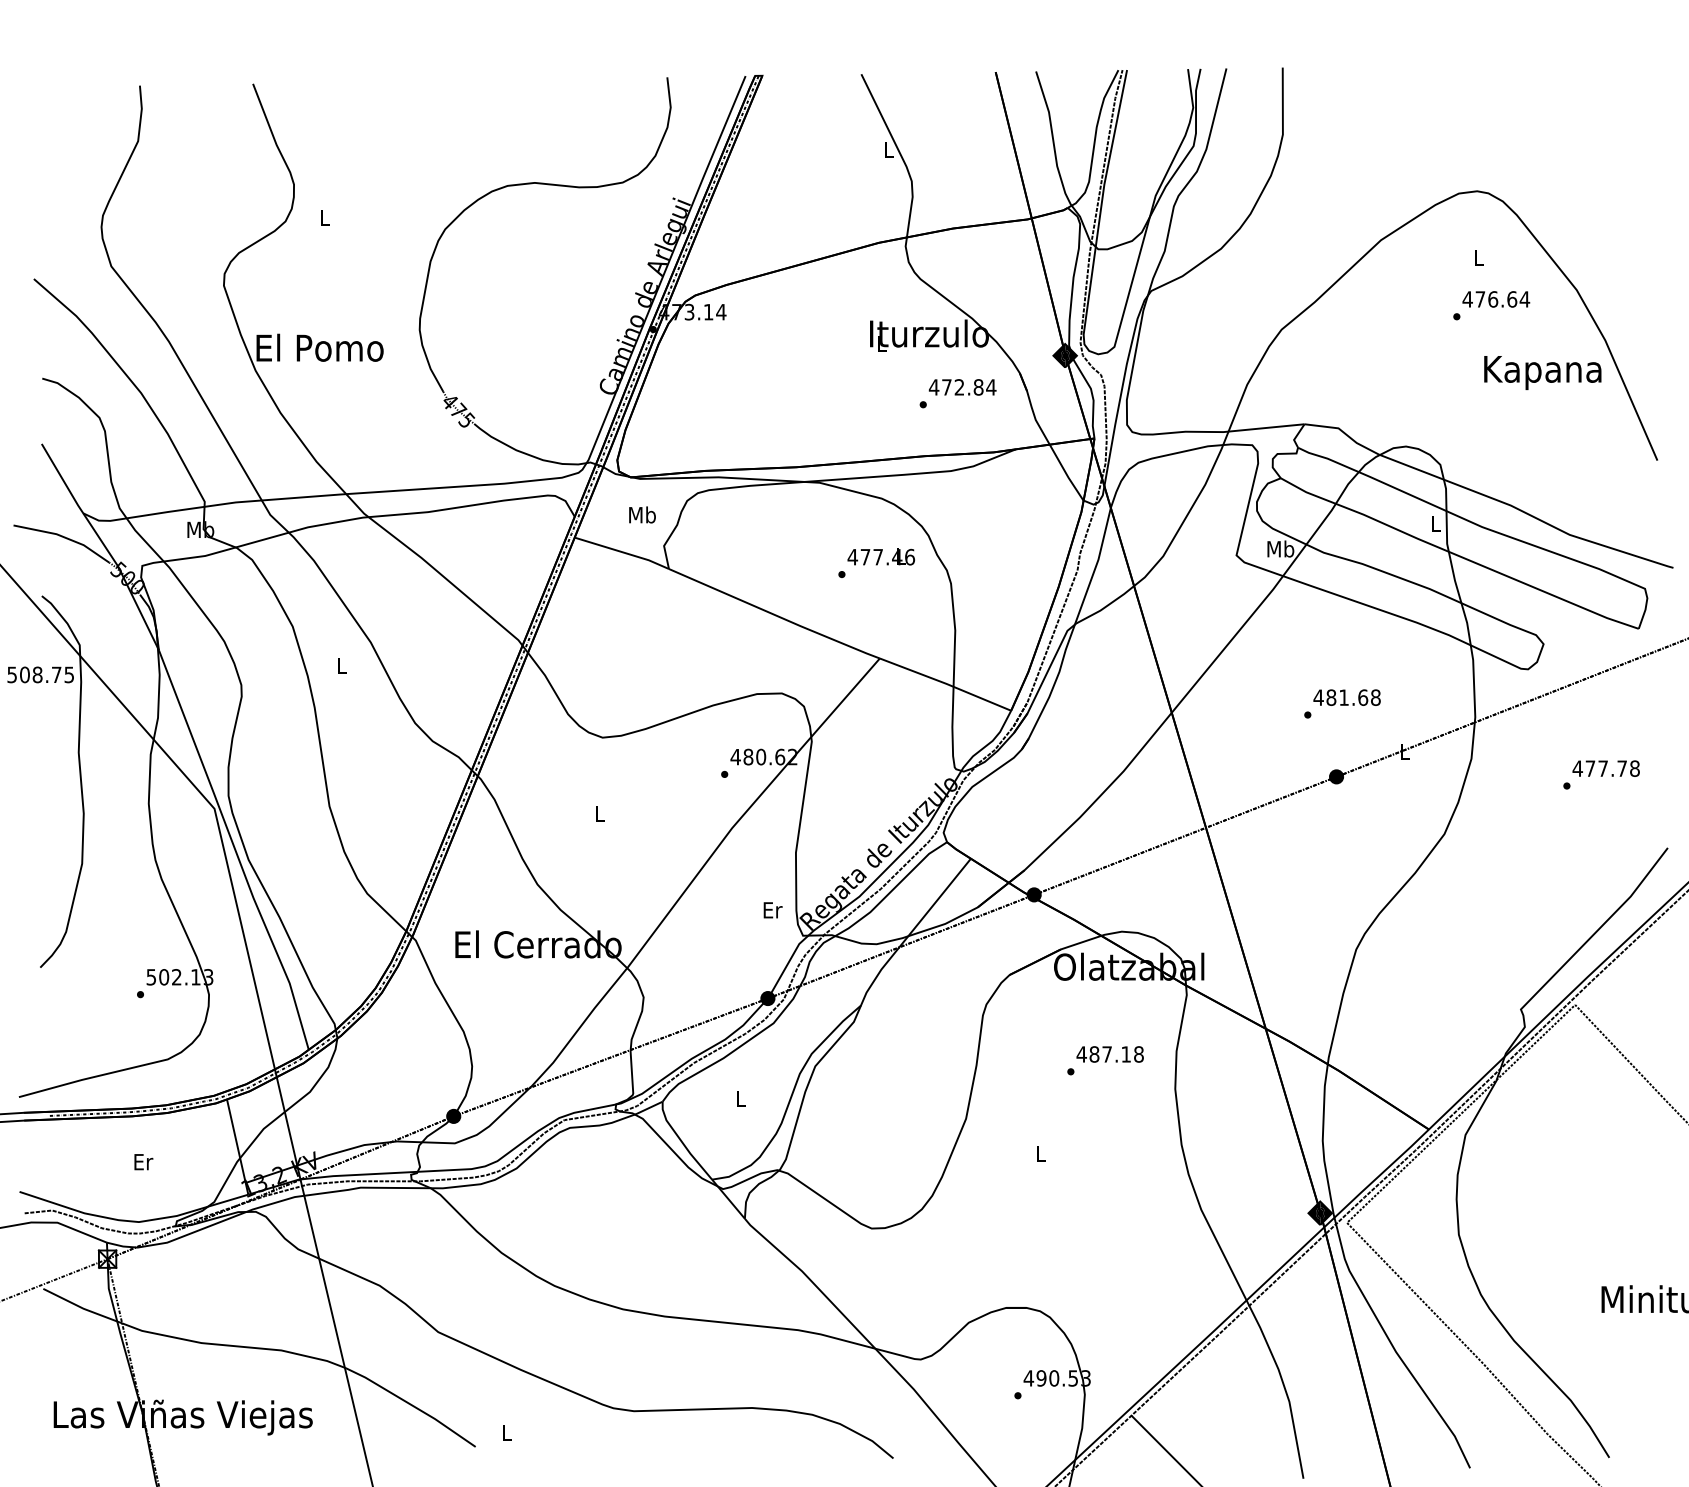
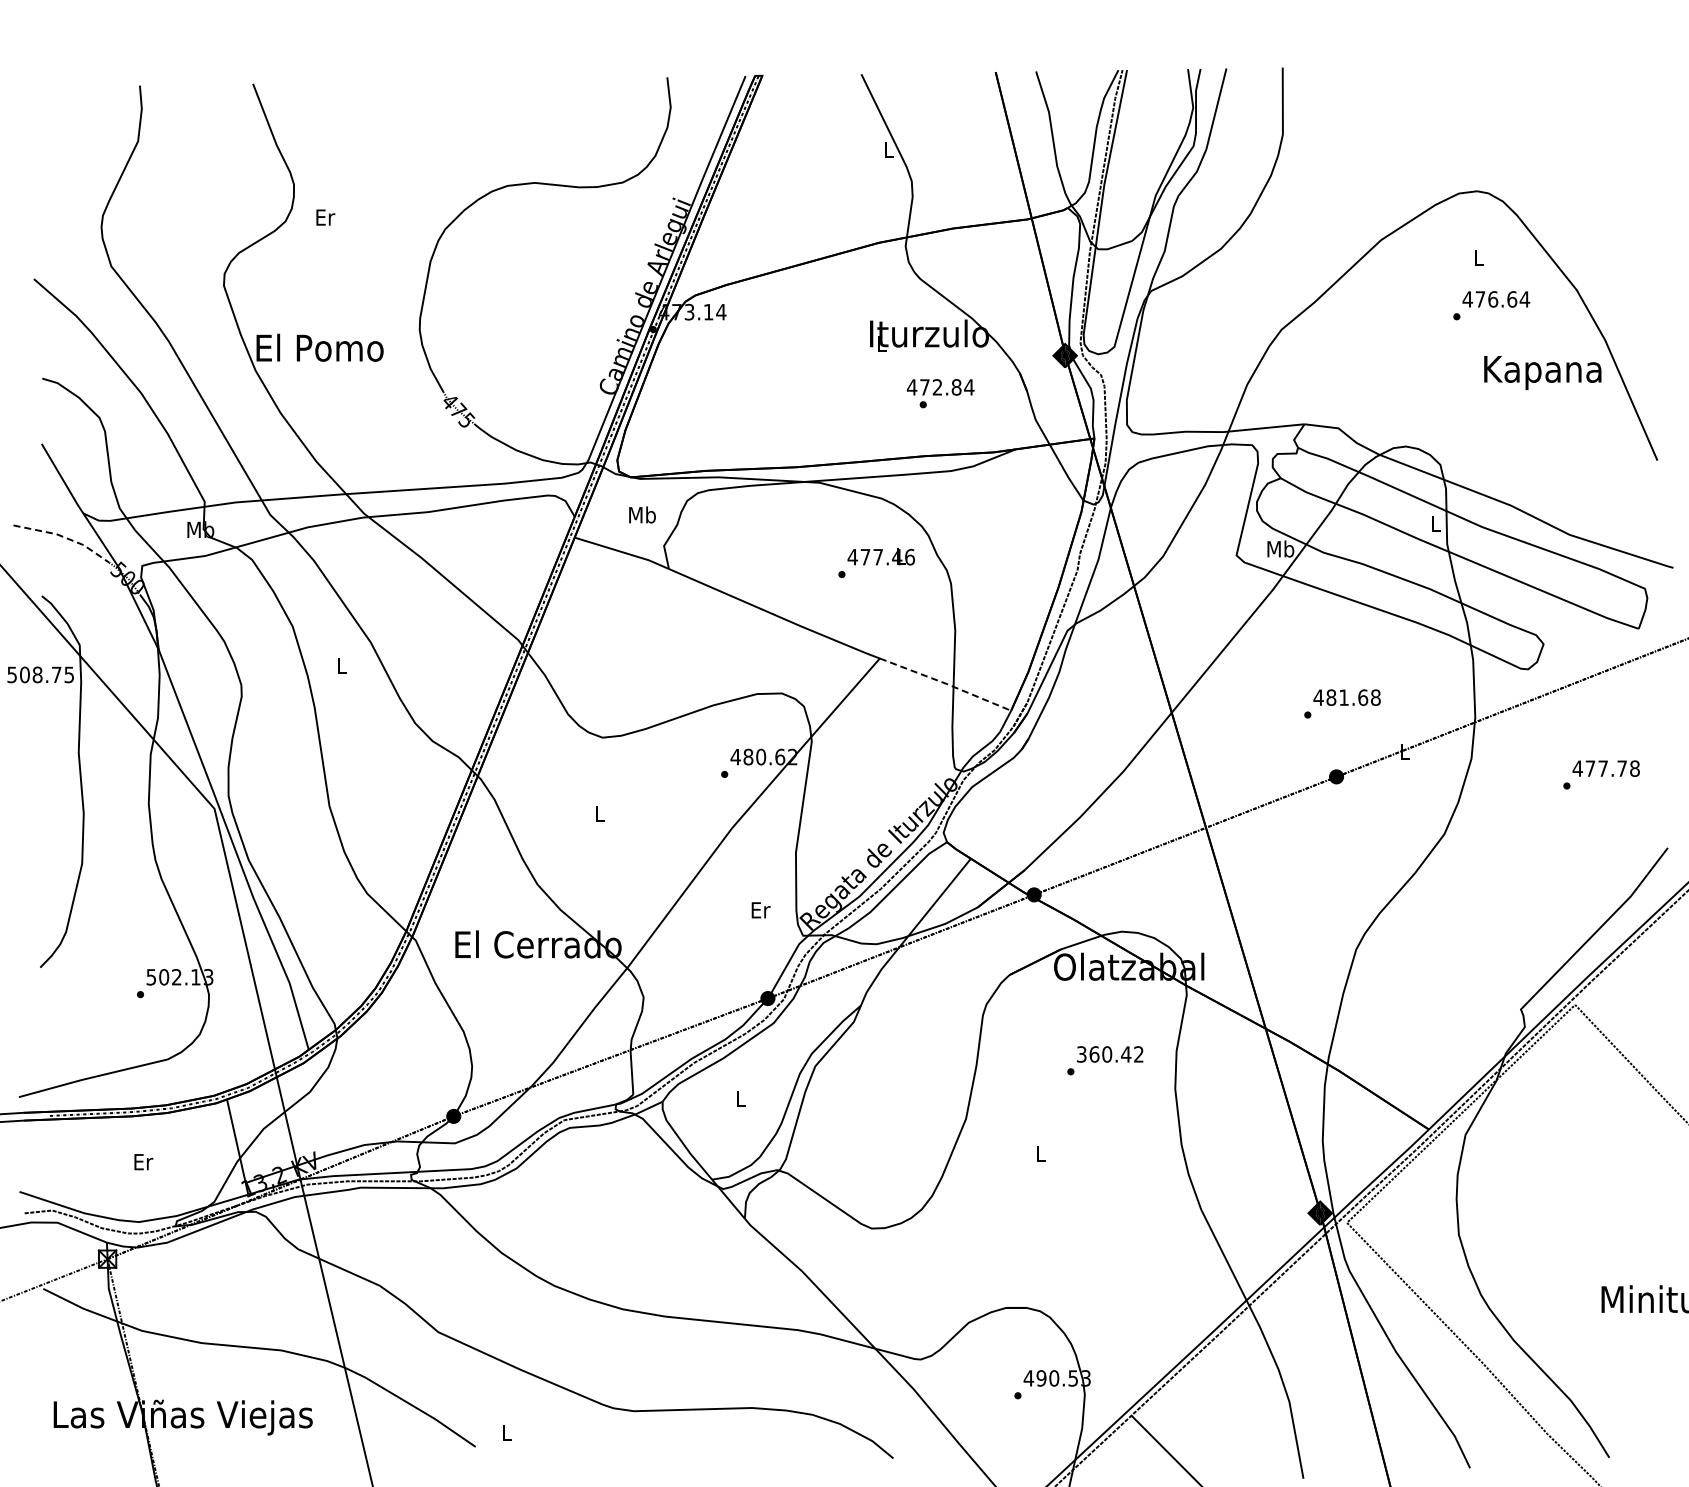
text at (325, 217): L -> Er
text at (962, 387) position: (962, 387) -> (940, 387)
line at (64, 537): solid -> dashed
line at (946, 684): solid -> dashed
text at (772, 910) position: (772, 910) -> (760, 910)
text at (1109, 1054): 487.18 -> 360.42
